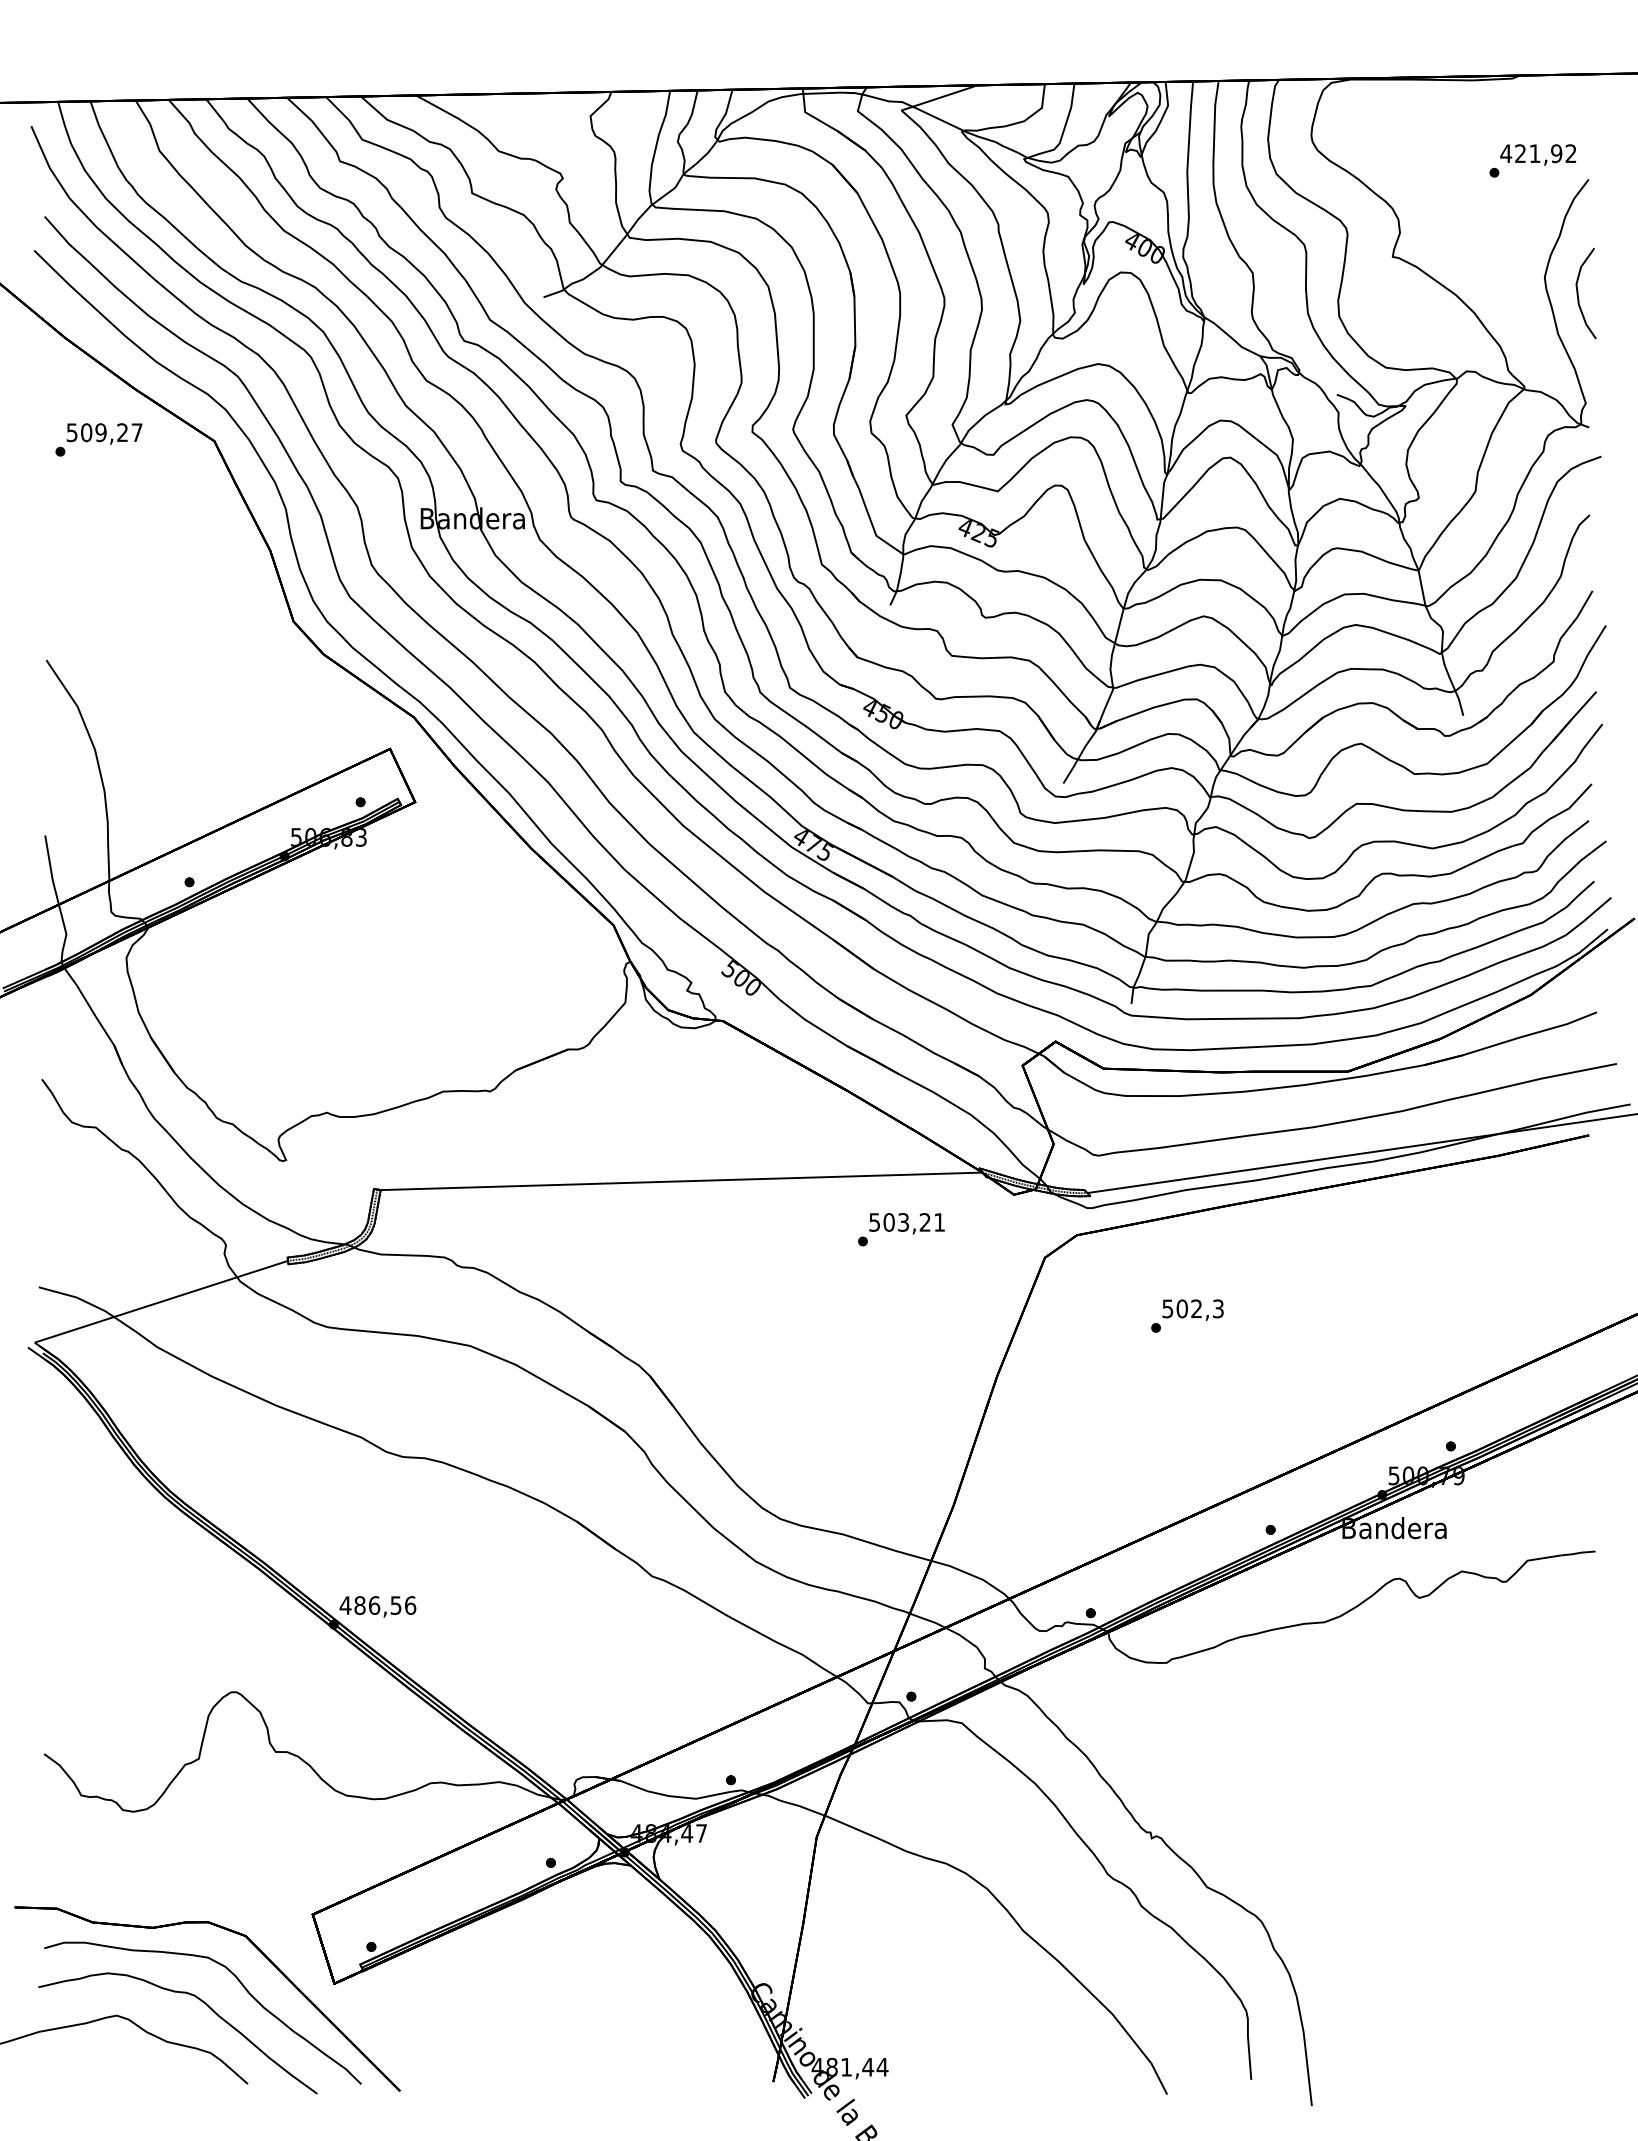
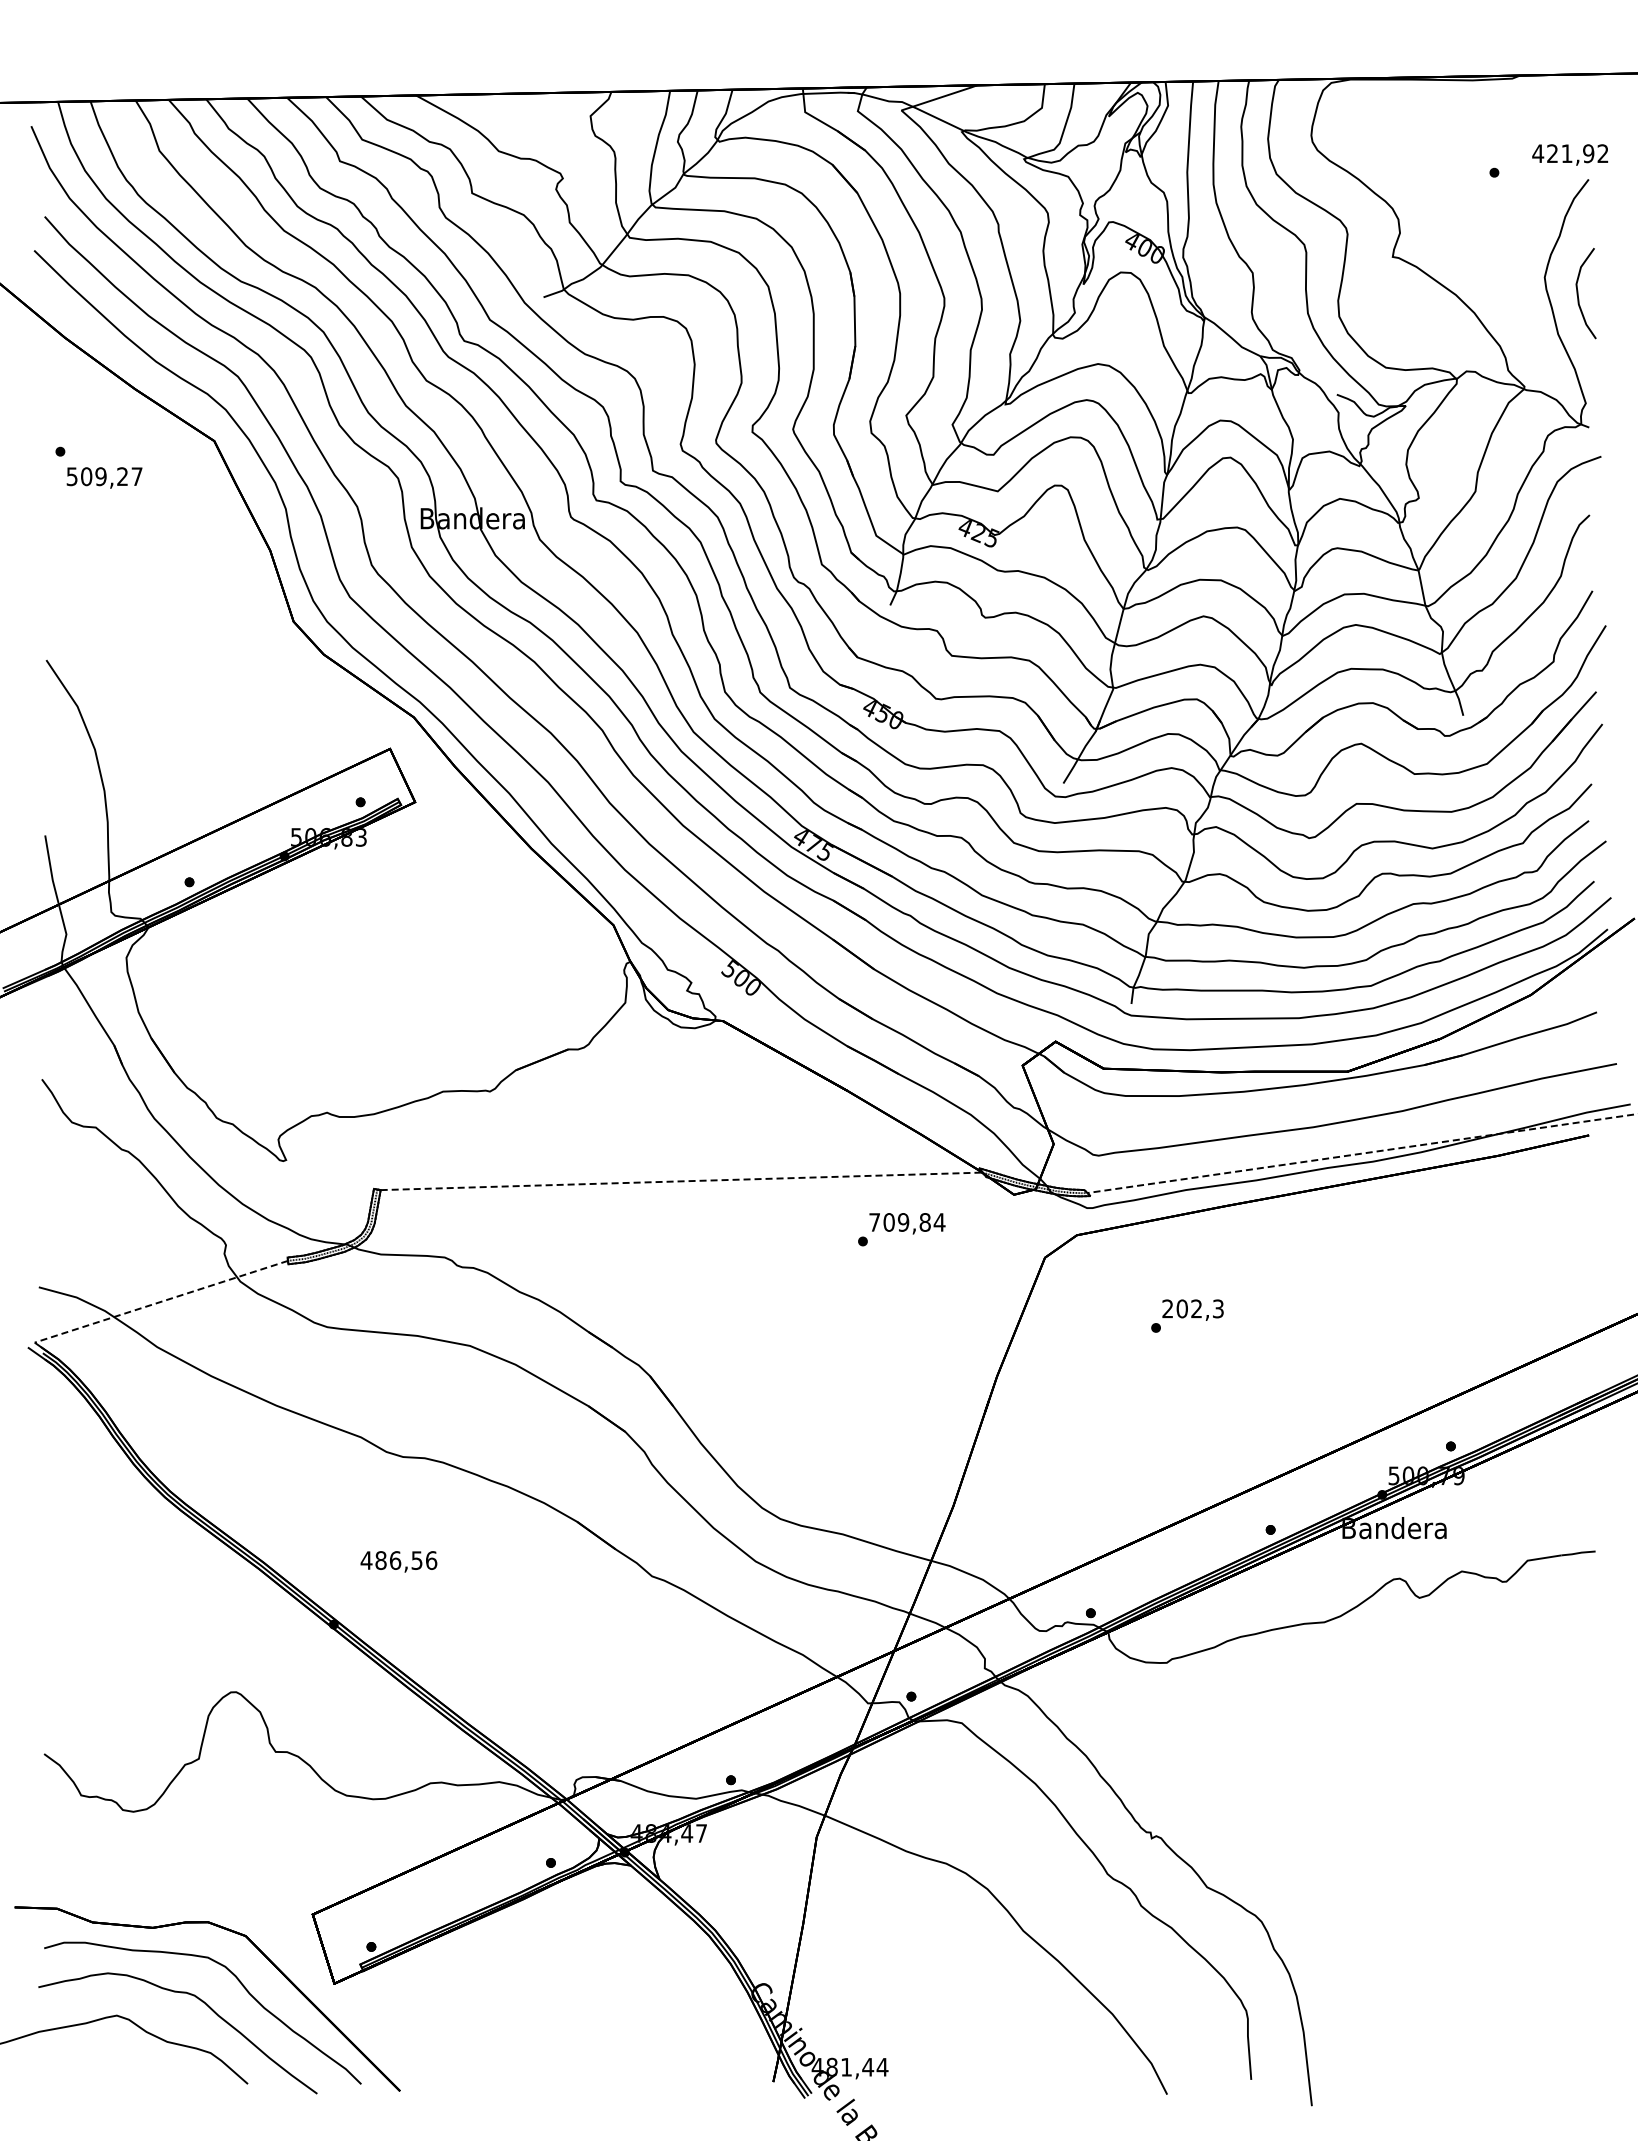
text at (1538, 154) position: (1538, 154) -> (1570, 154)
text at (104, 433) position: (104, 433) -> (104, 477)
line at (1362, 1153): solid -> dashed
line at (682, 1181): solid -> dashed
text at (907, 1222): 503,21 -> 709,84
line at (160, 1301): solid -> dashed
text at (1167, 1308): 502,3 -> 202,3
text at (377, 1606) position: (377, 1606) -> (398, 1561)
